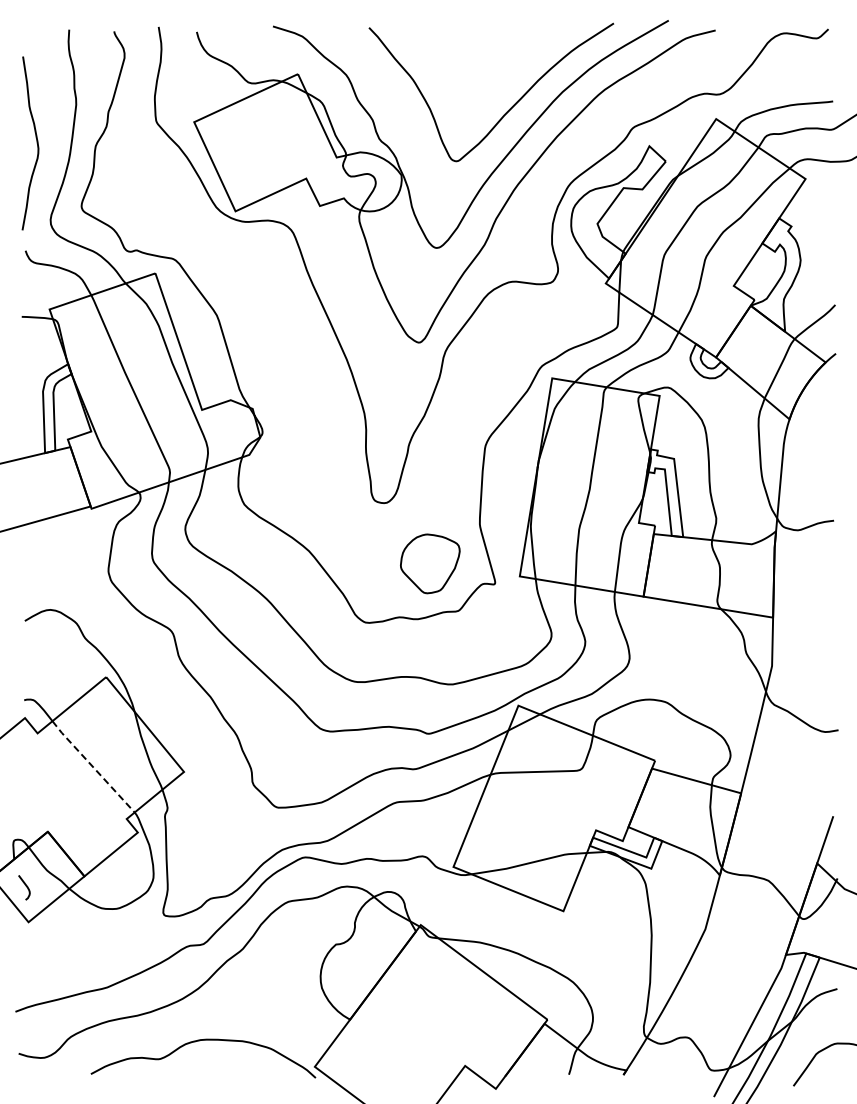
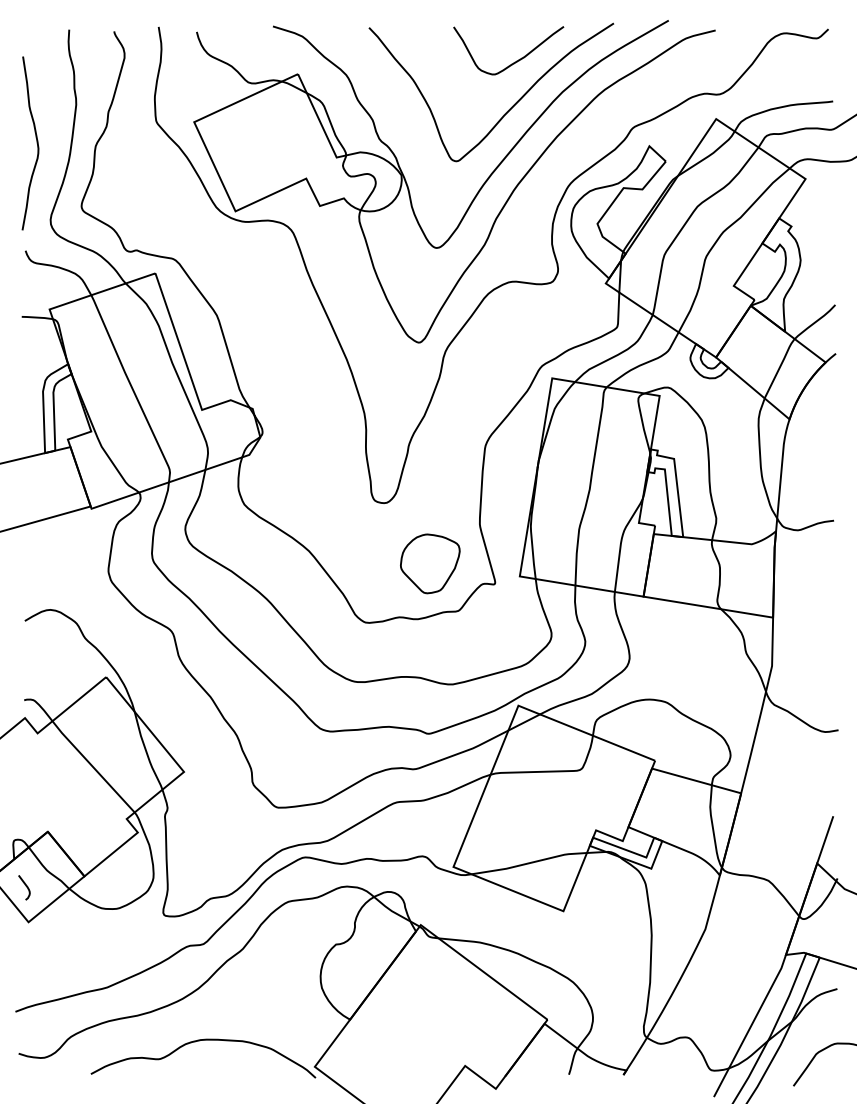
curve at (516, 60): none -> present
line at (92, 766): dashed -> solid
